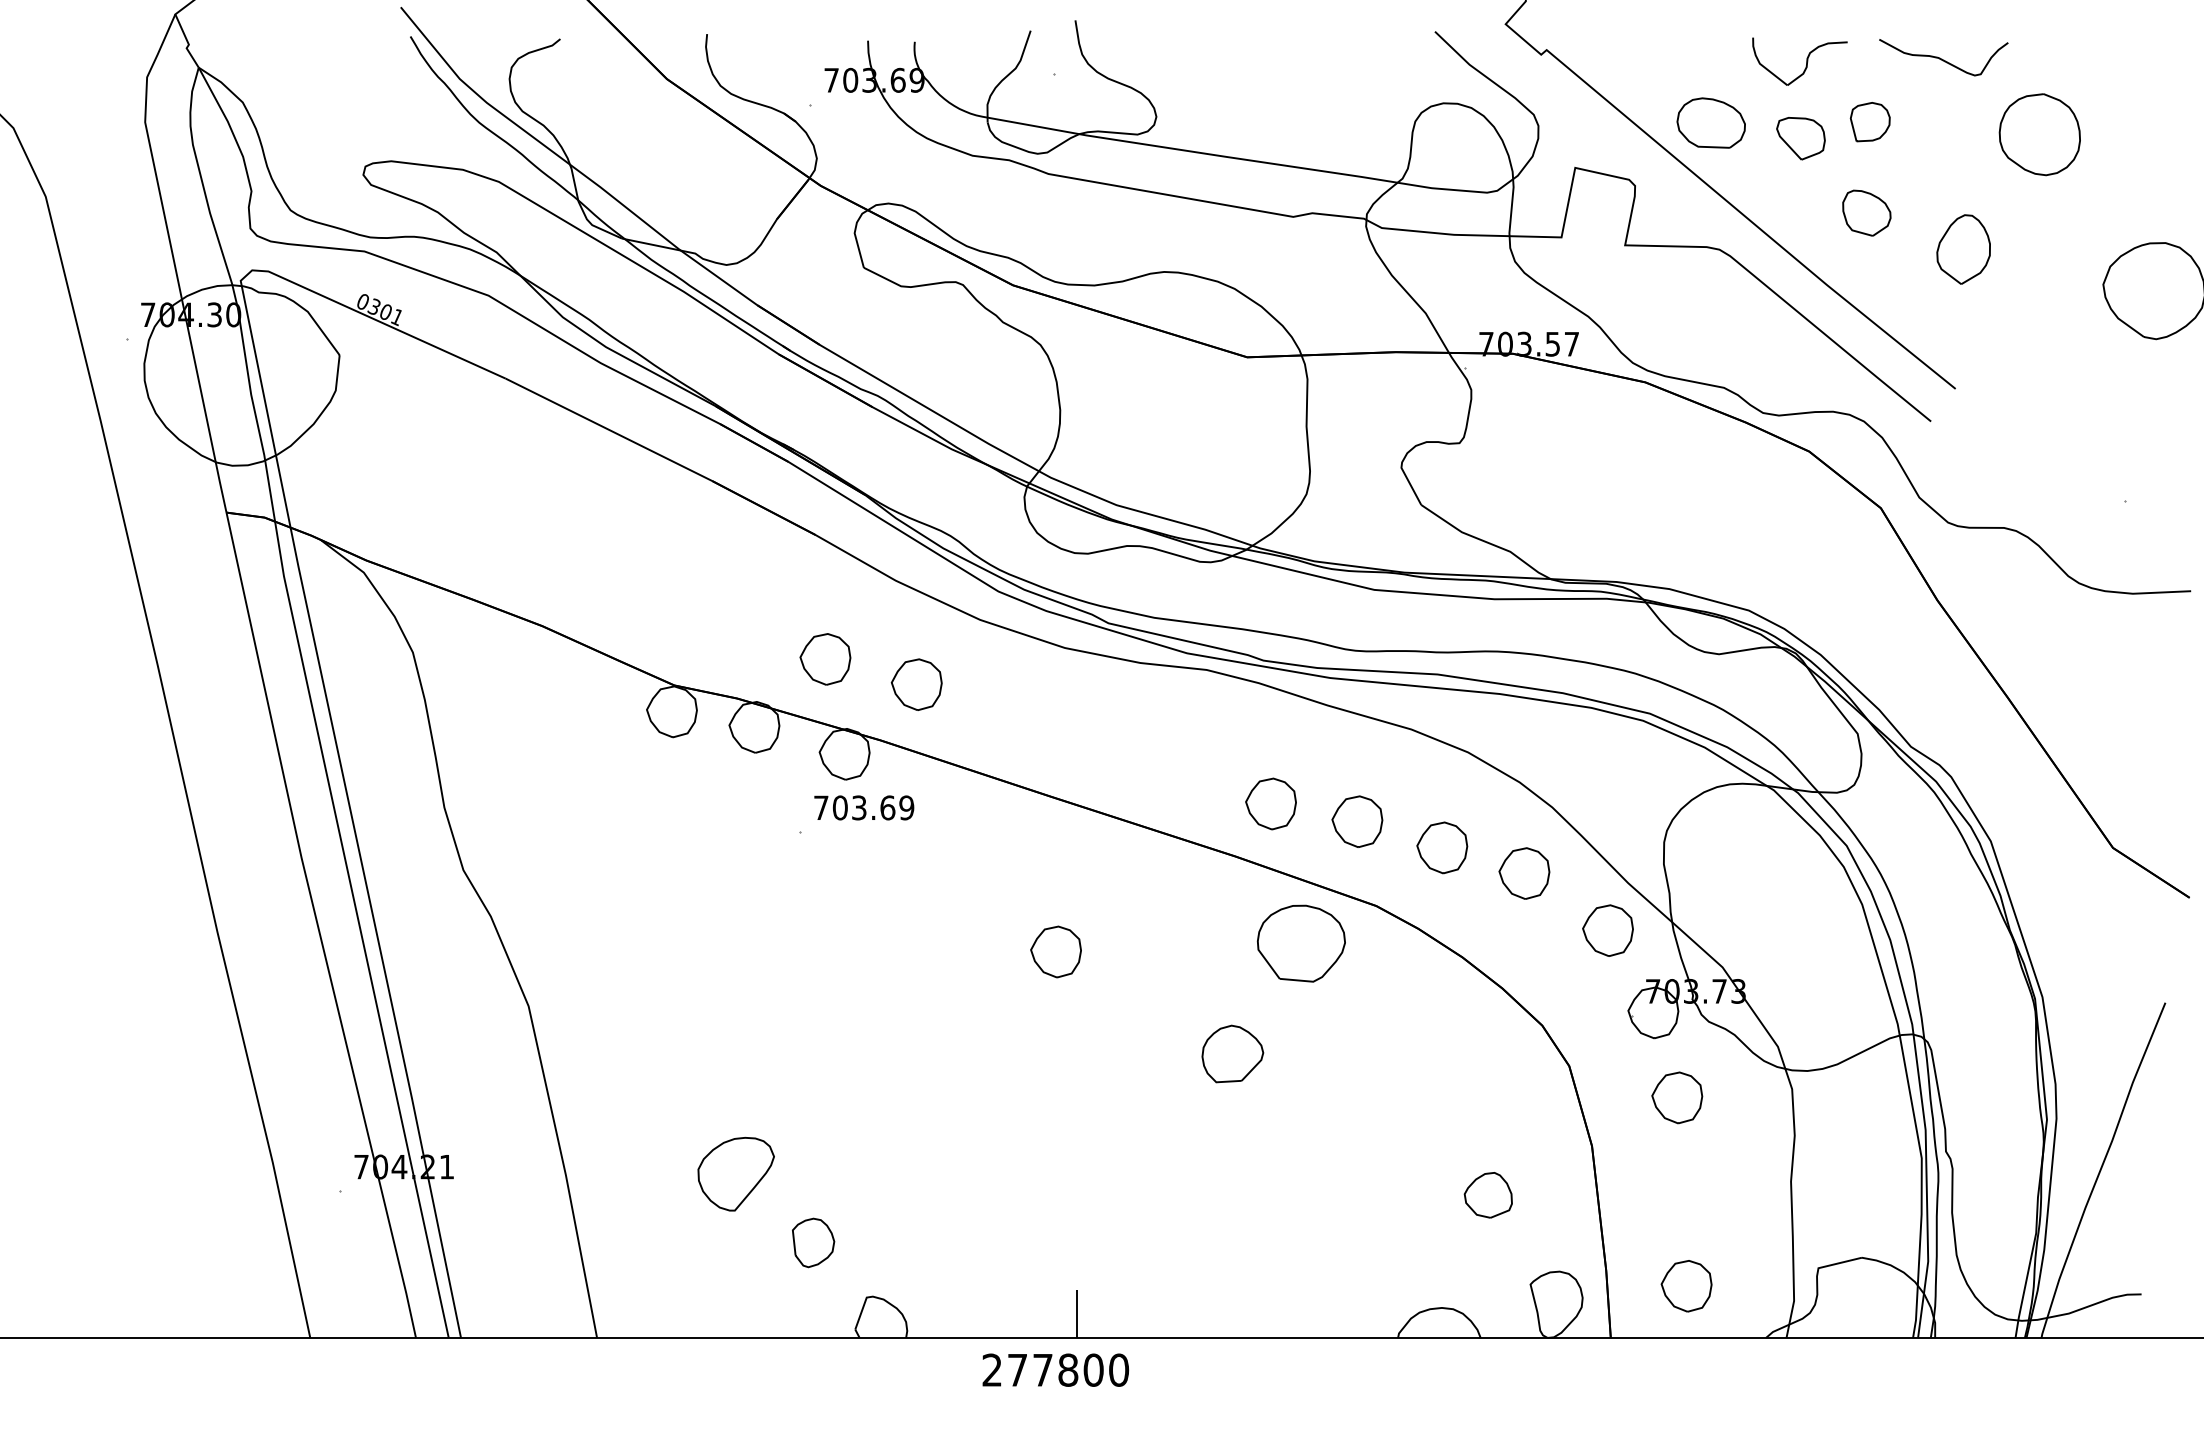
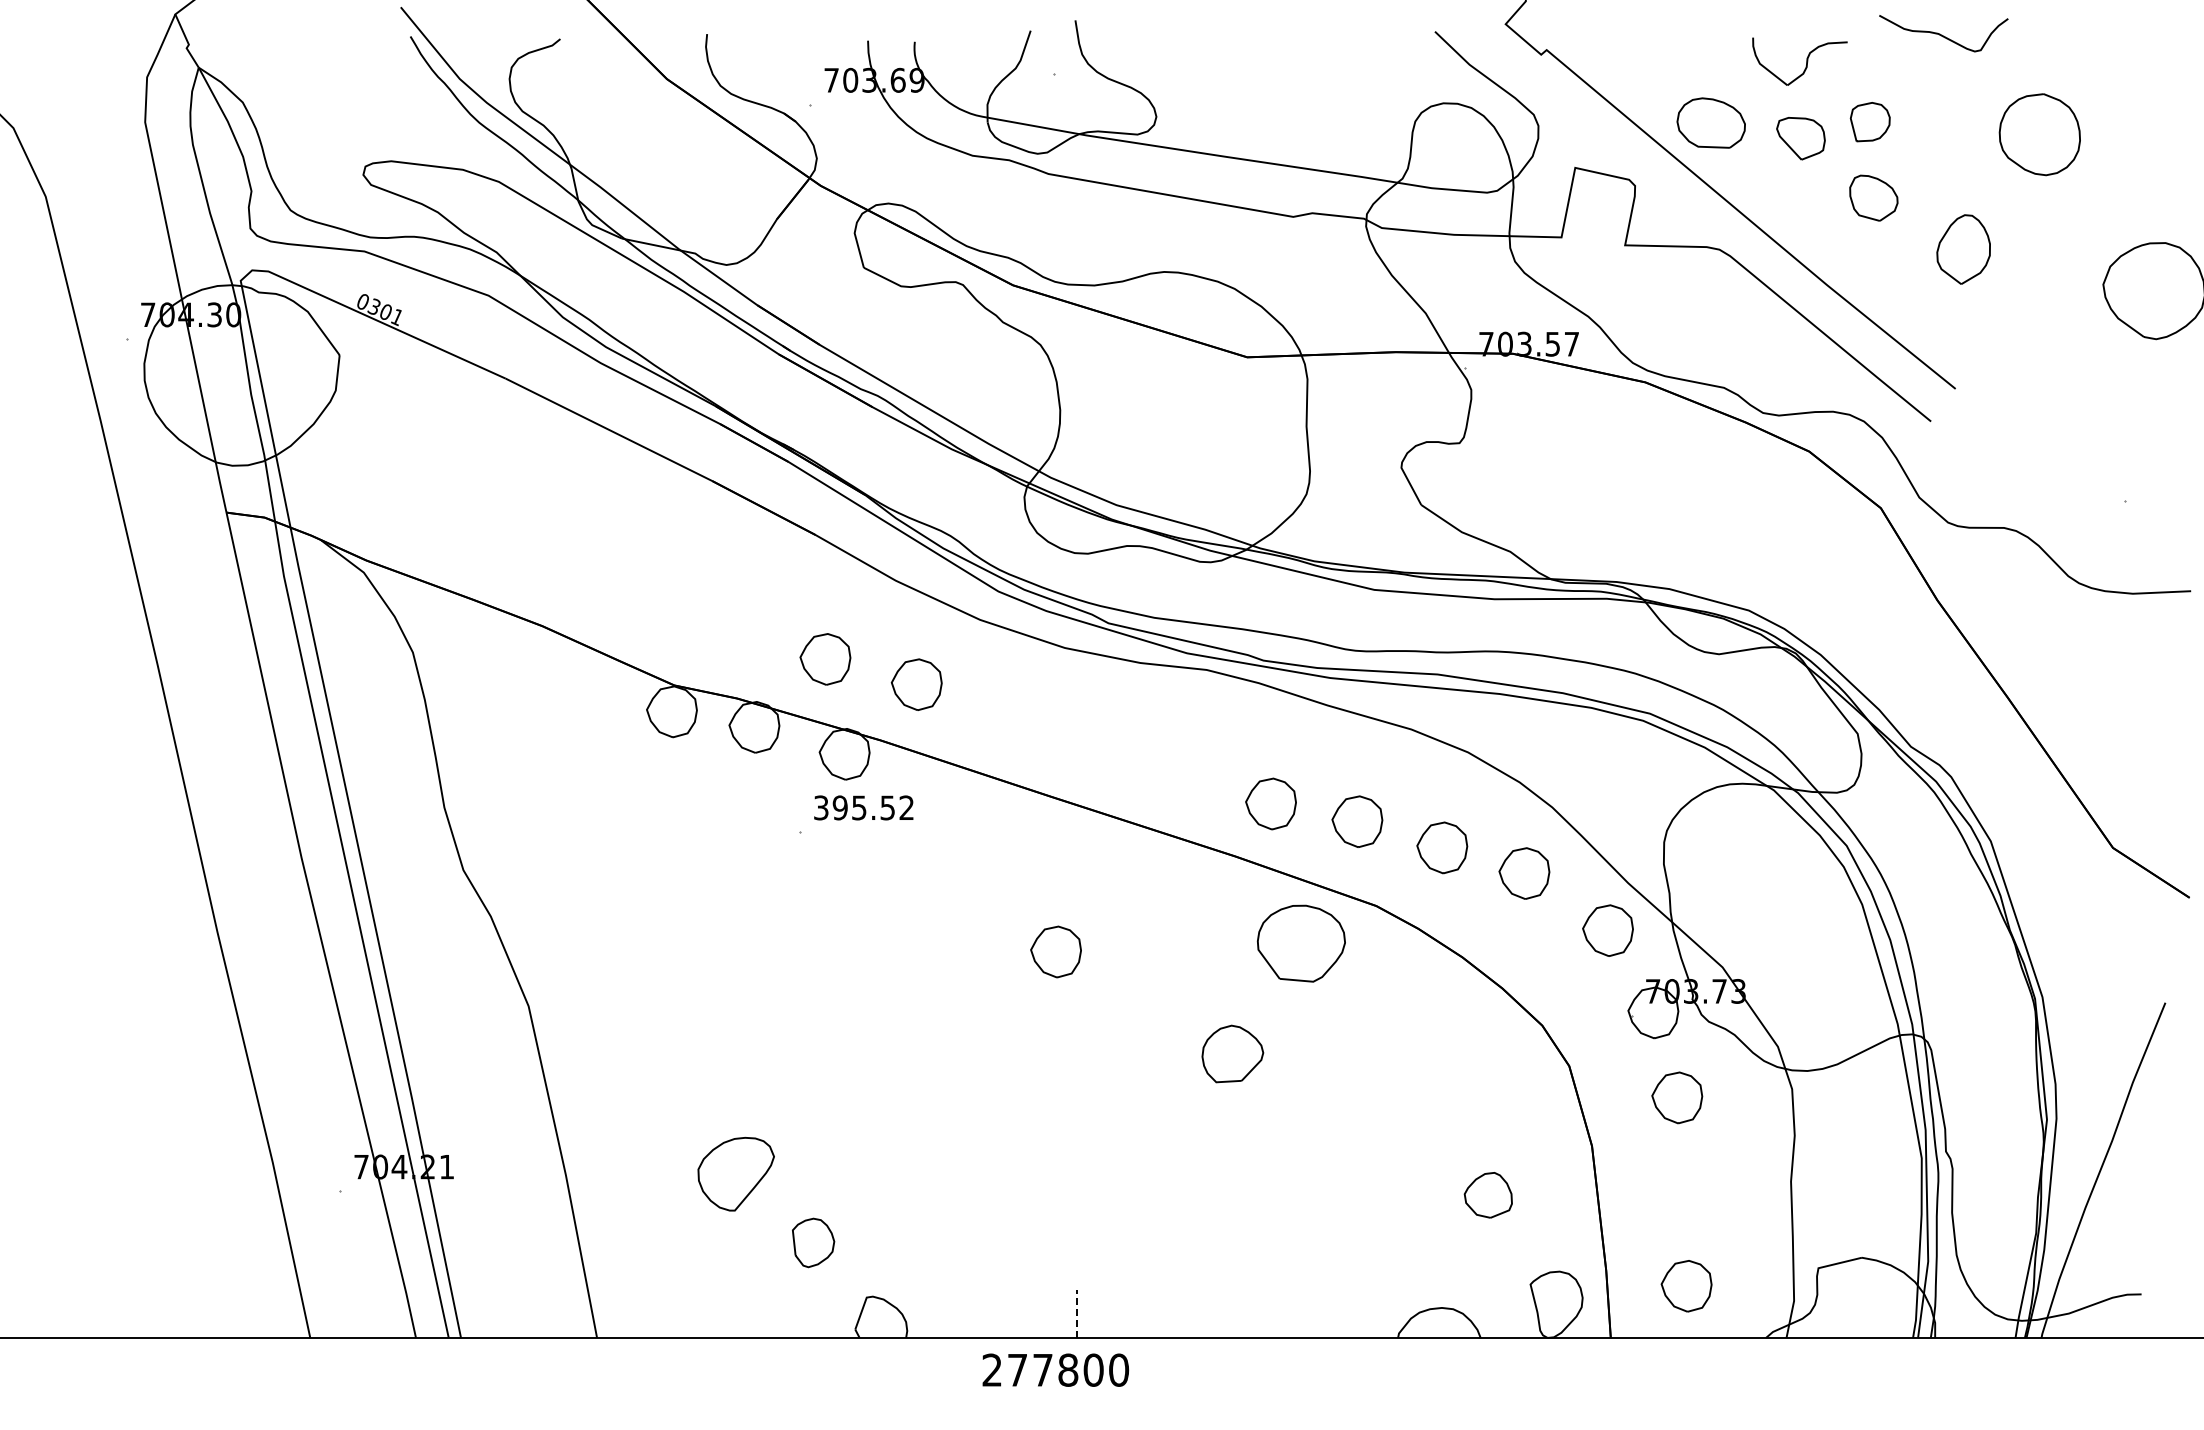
curve at (1943, 59) position: (1943, 59) -> (1943, 35)
part at (1866, 212) position: (1866, 212) -> (1873, 197)
text at (864, 807): 703.69 -> 395.52
line at (1076, 1313): solid -> dashed
